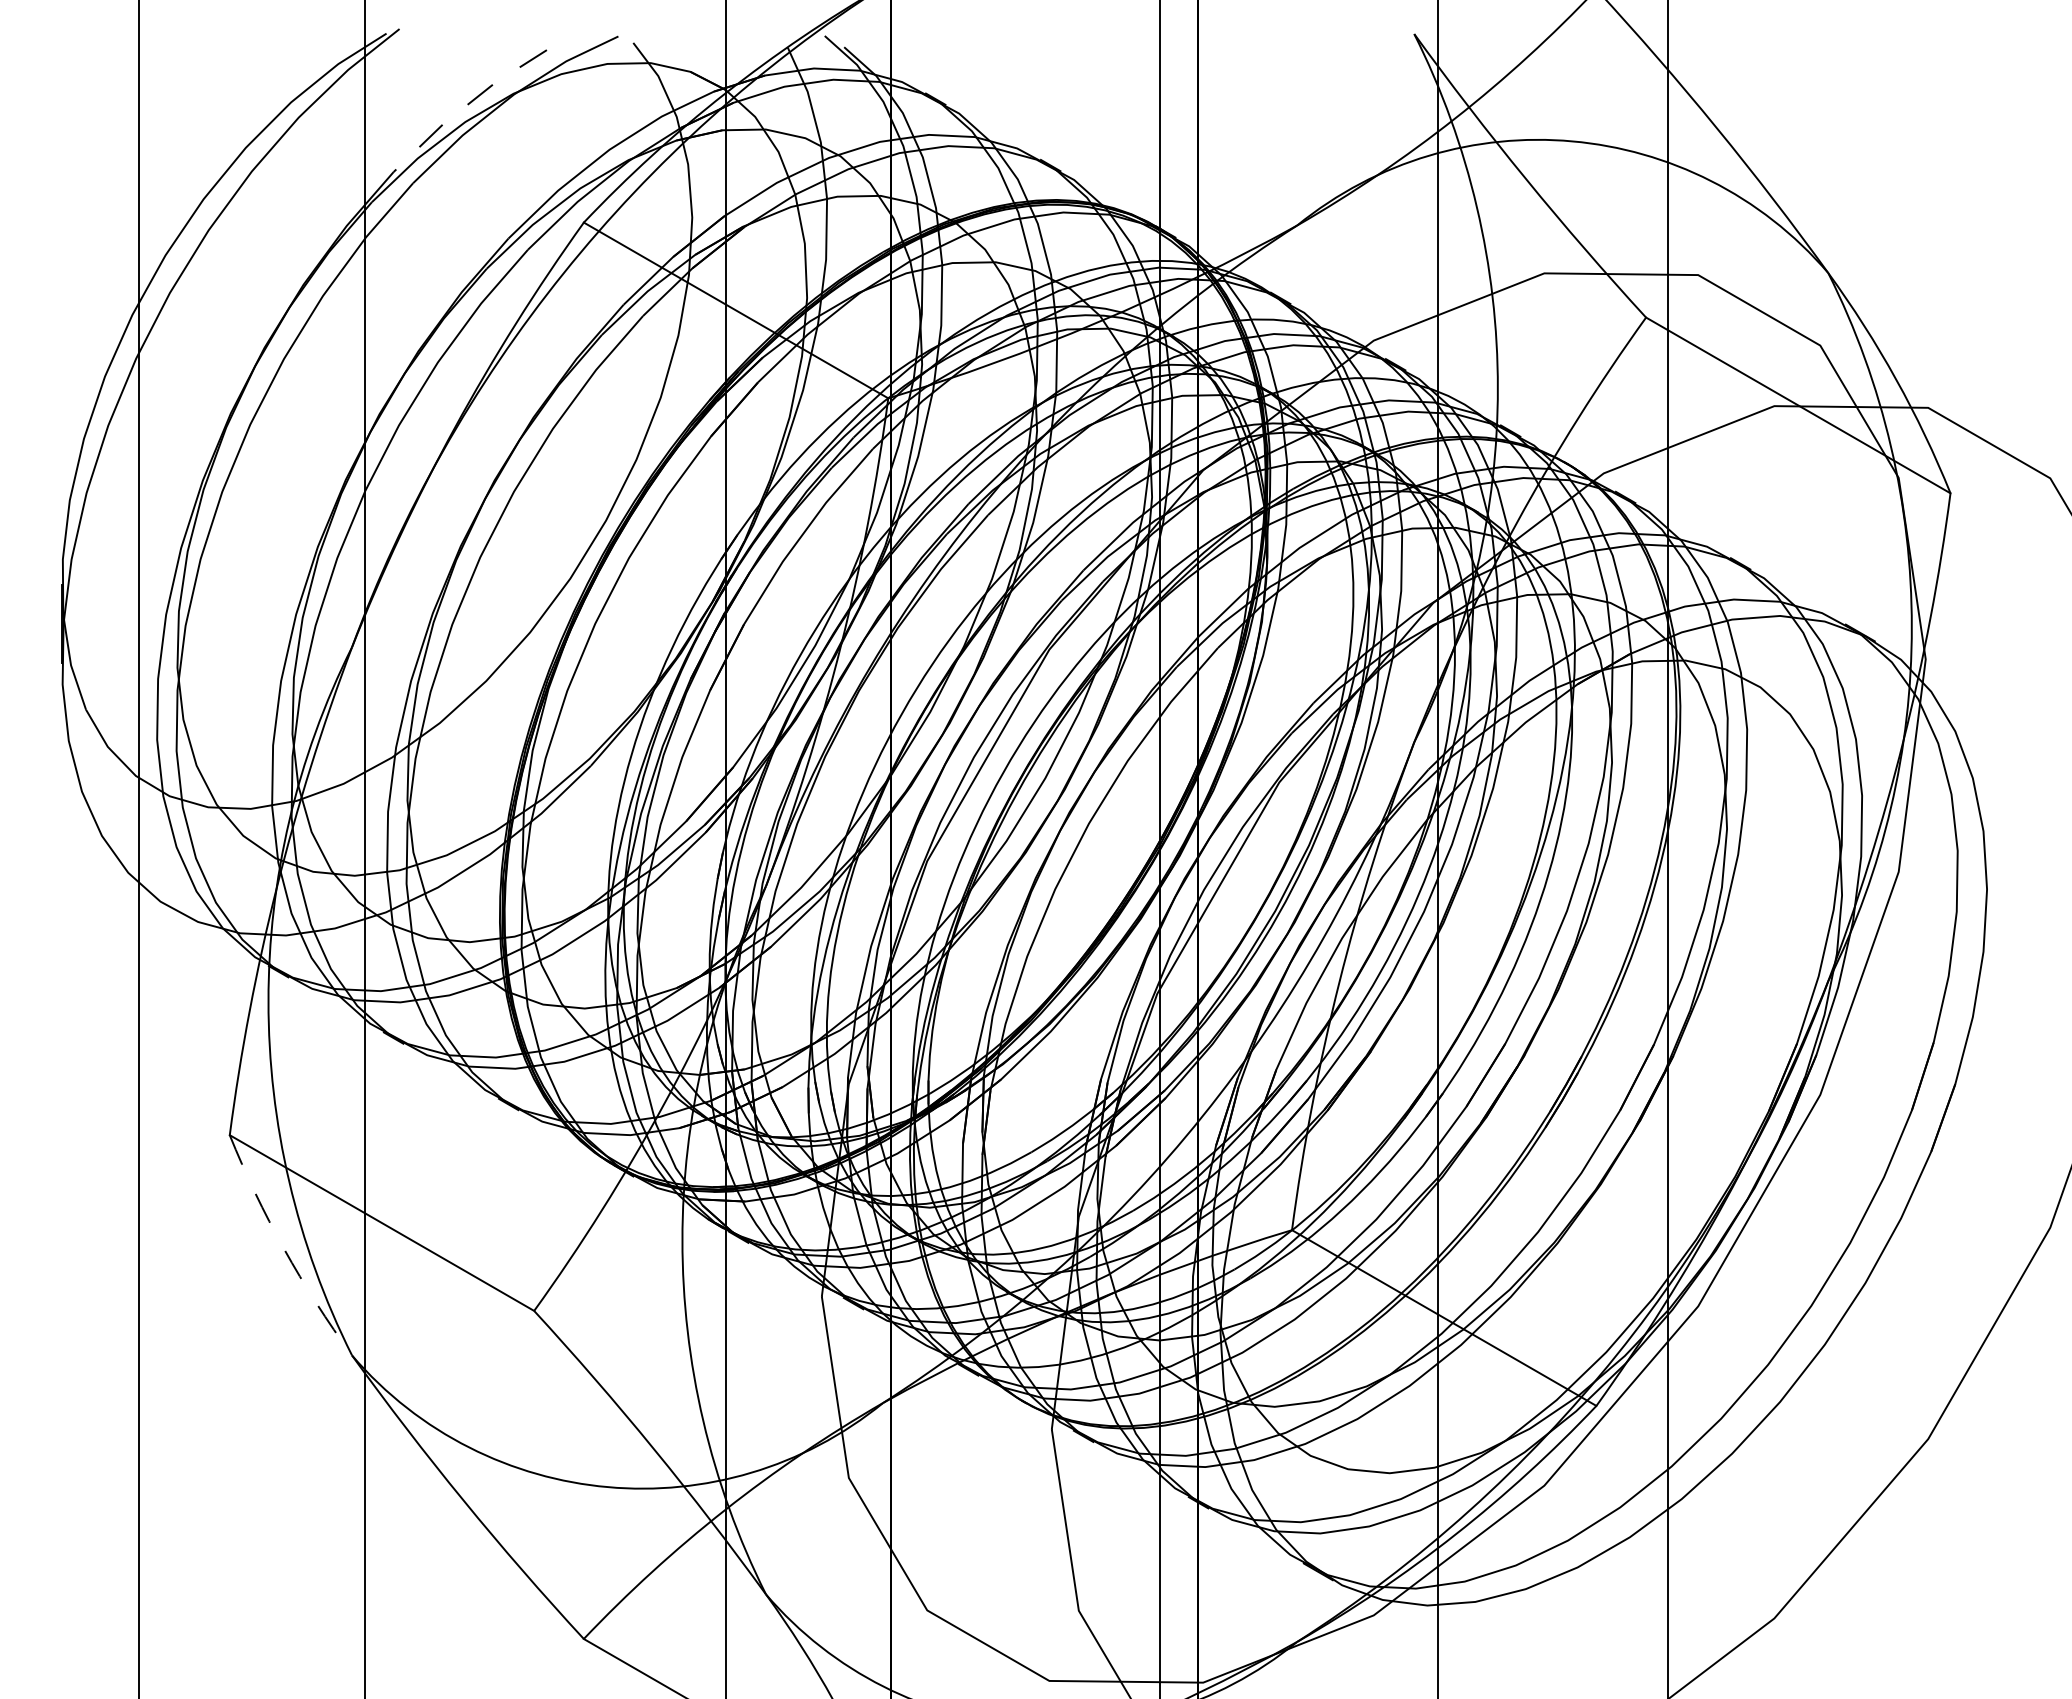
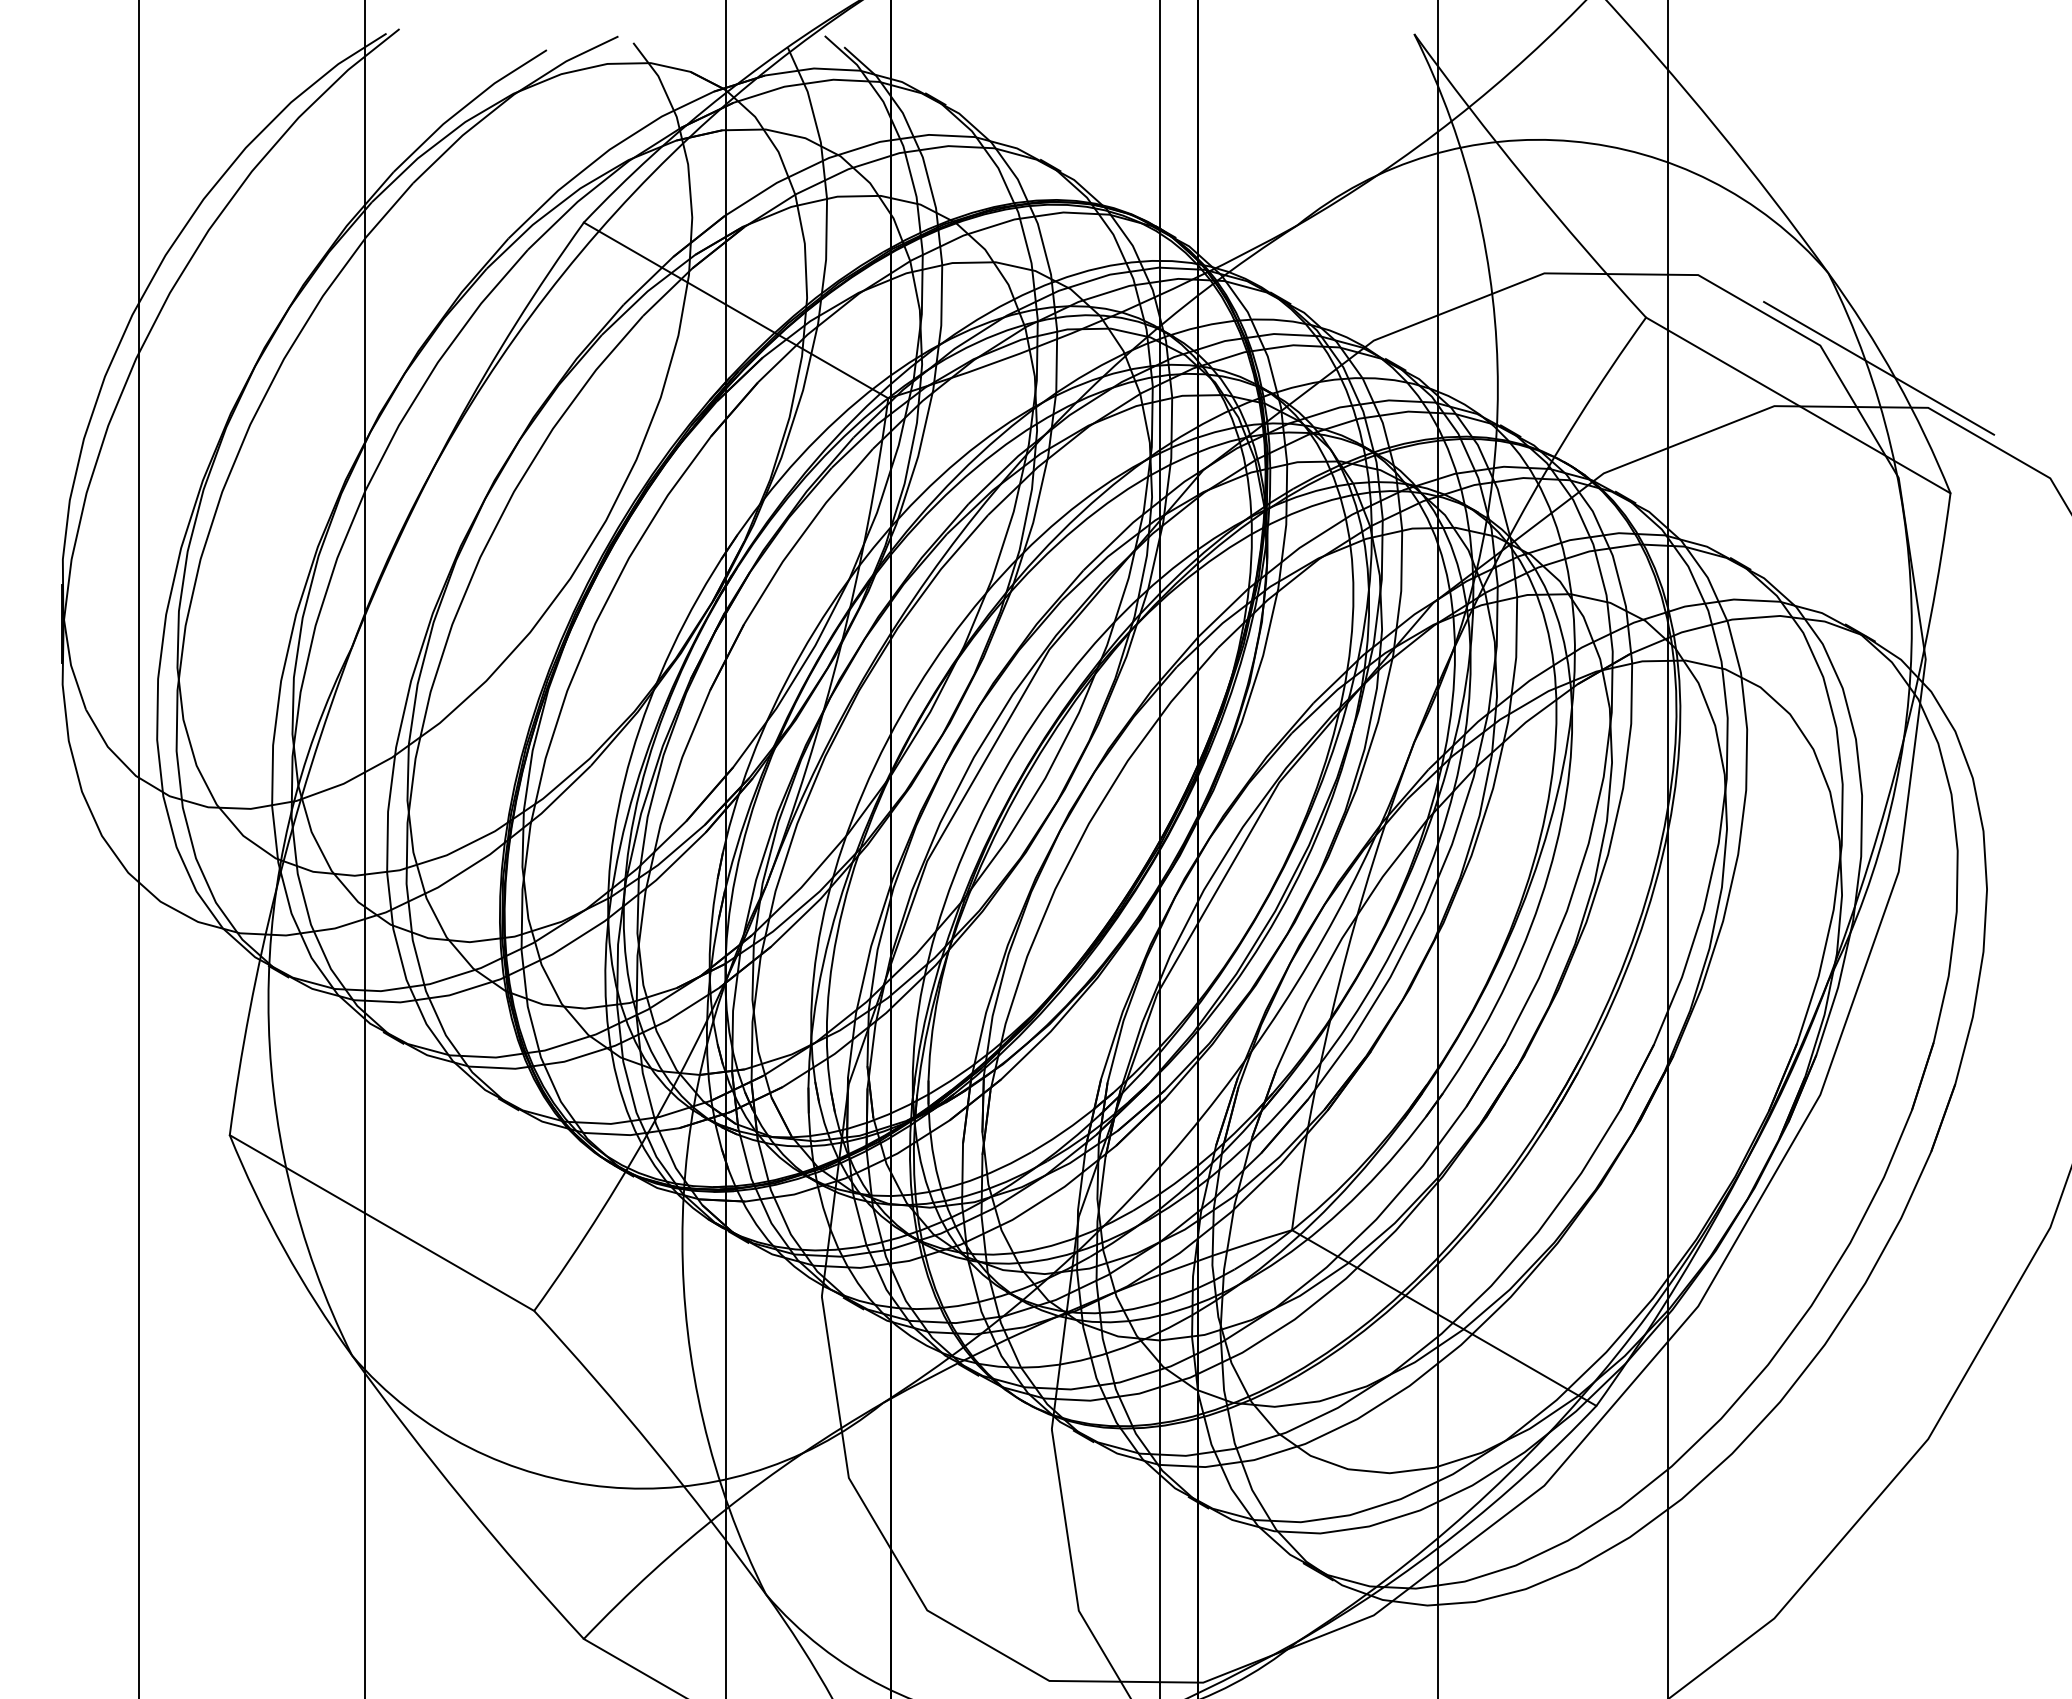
line at (465, 106): dashed -> solid
line at (1879, 367): none -> present
arc at (284, 1249): dashed -> solid
